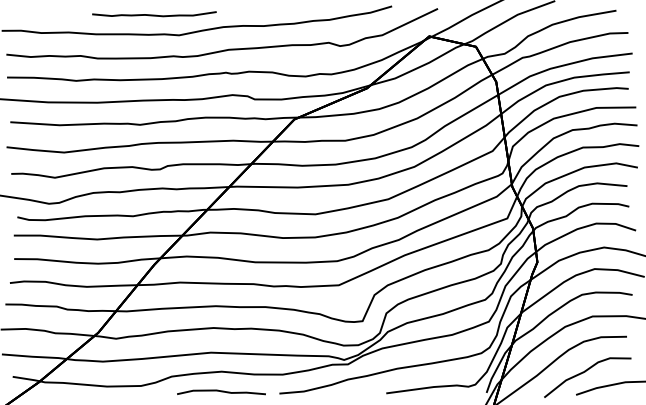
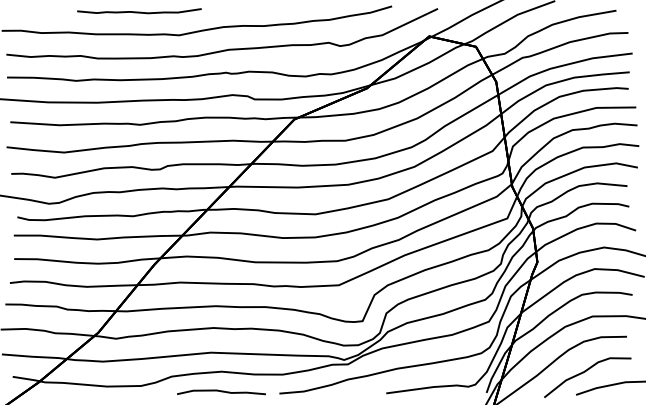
part at (154, 14) position: (154, 14) -> (139, 11)
